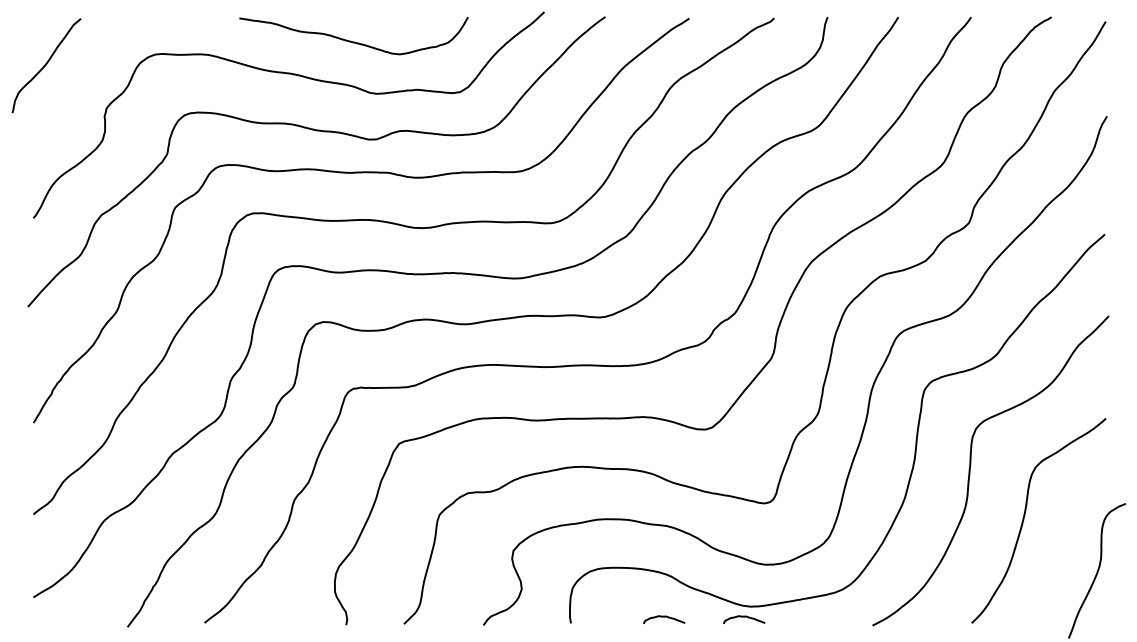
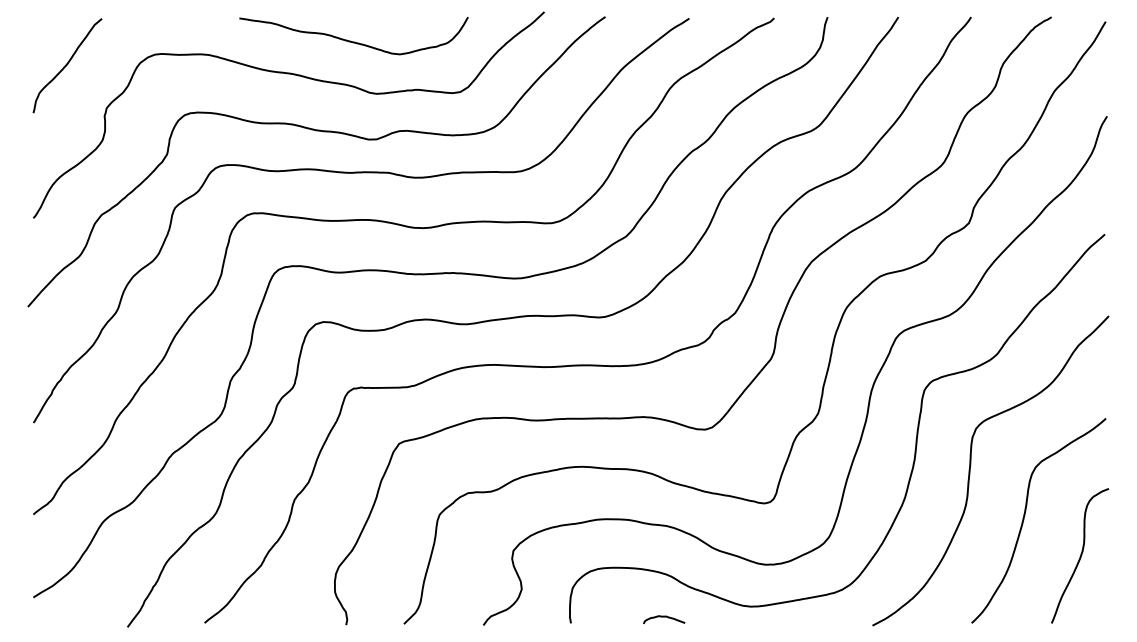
curve at (46, 65) position: (46, 65) -> (67, 65)
curve at (1097, 570) position: (1097, 570) -> (1080, 555)
curve at (744, 617): present -> none
